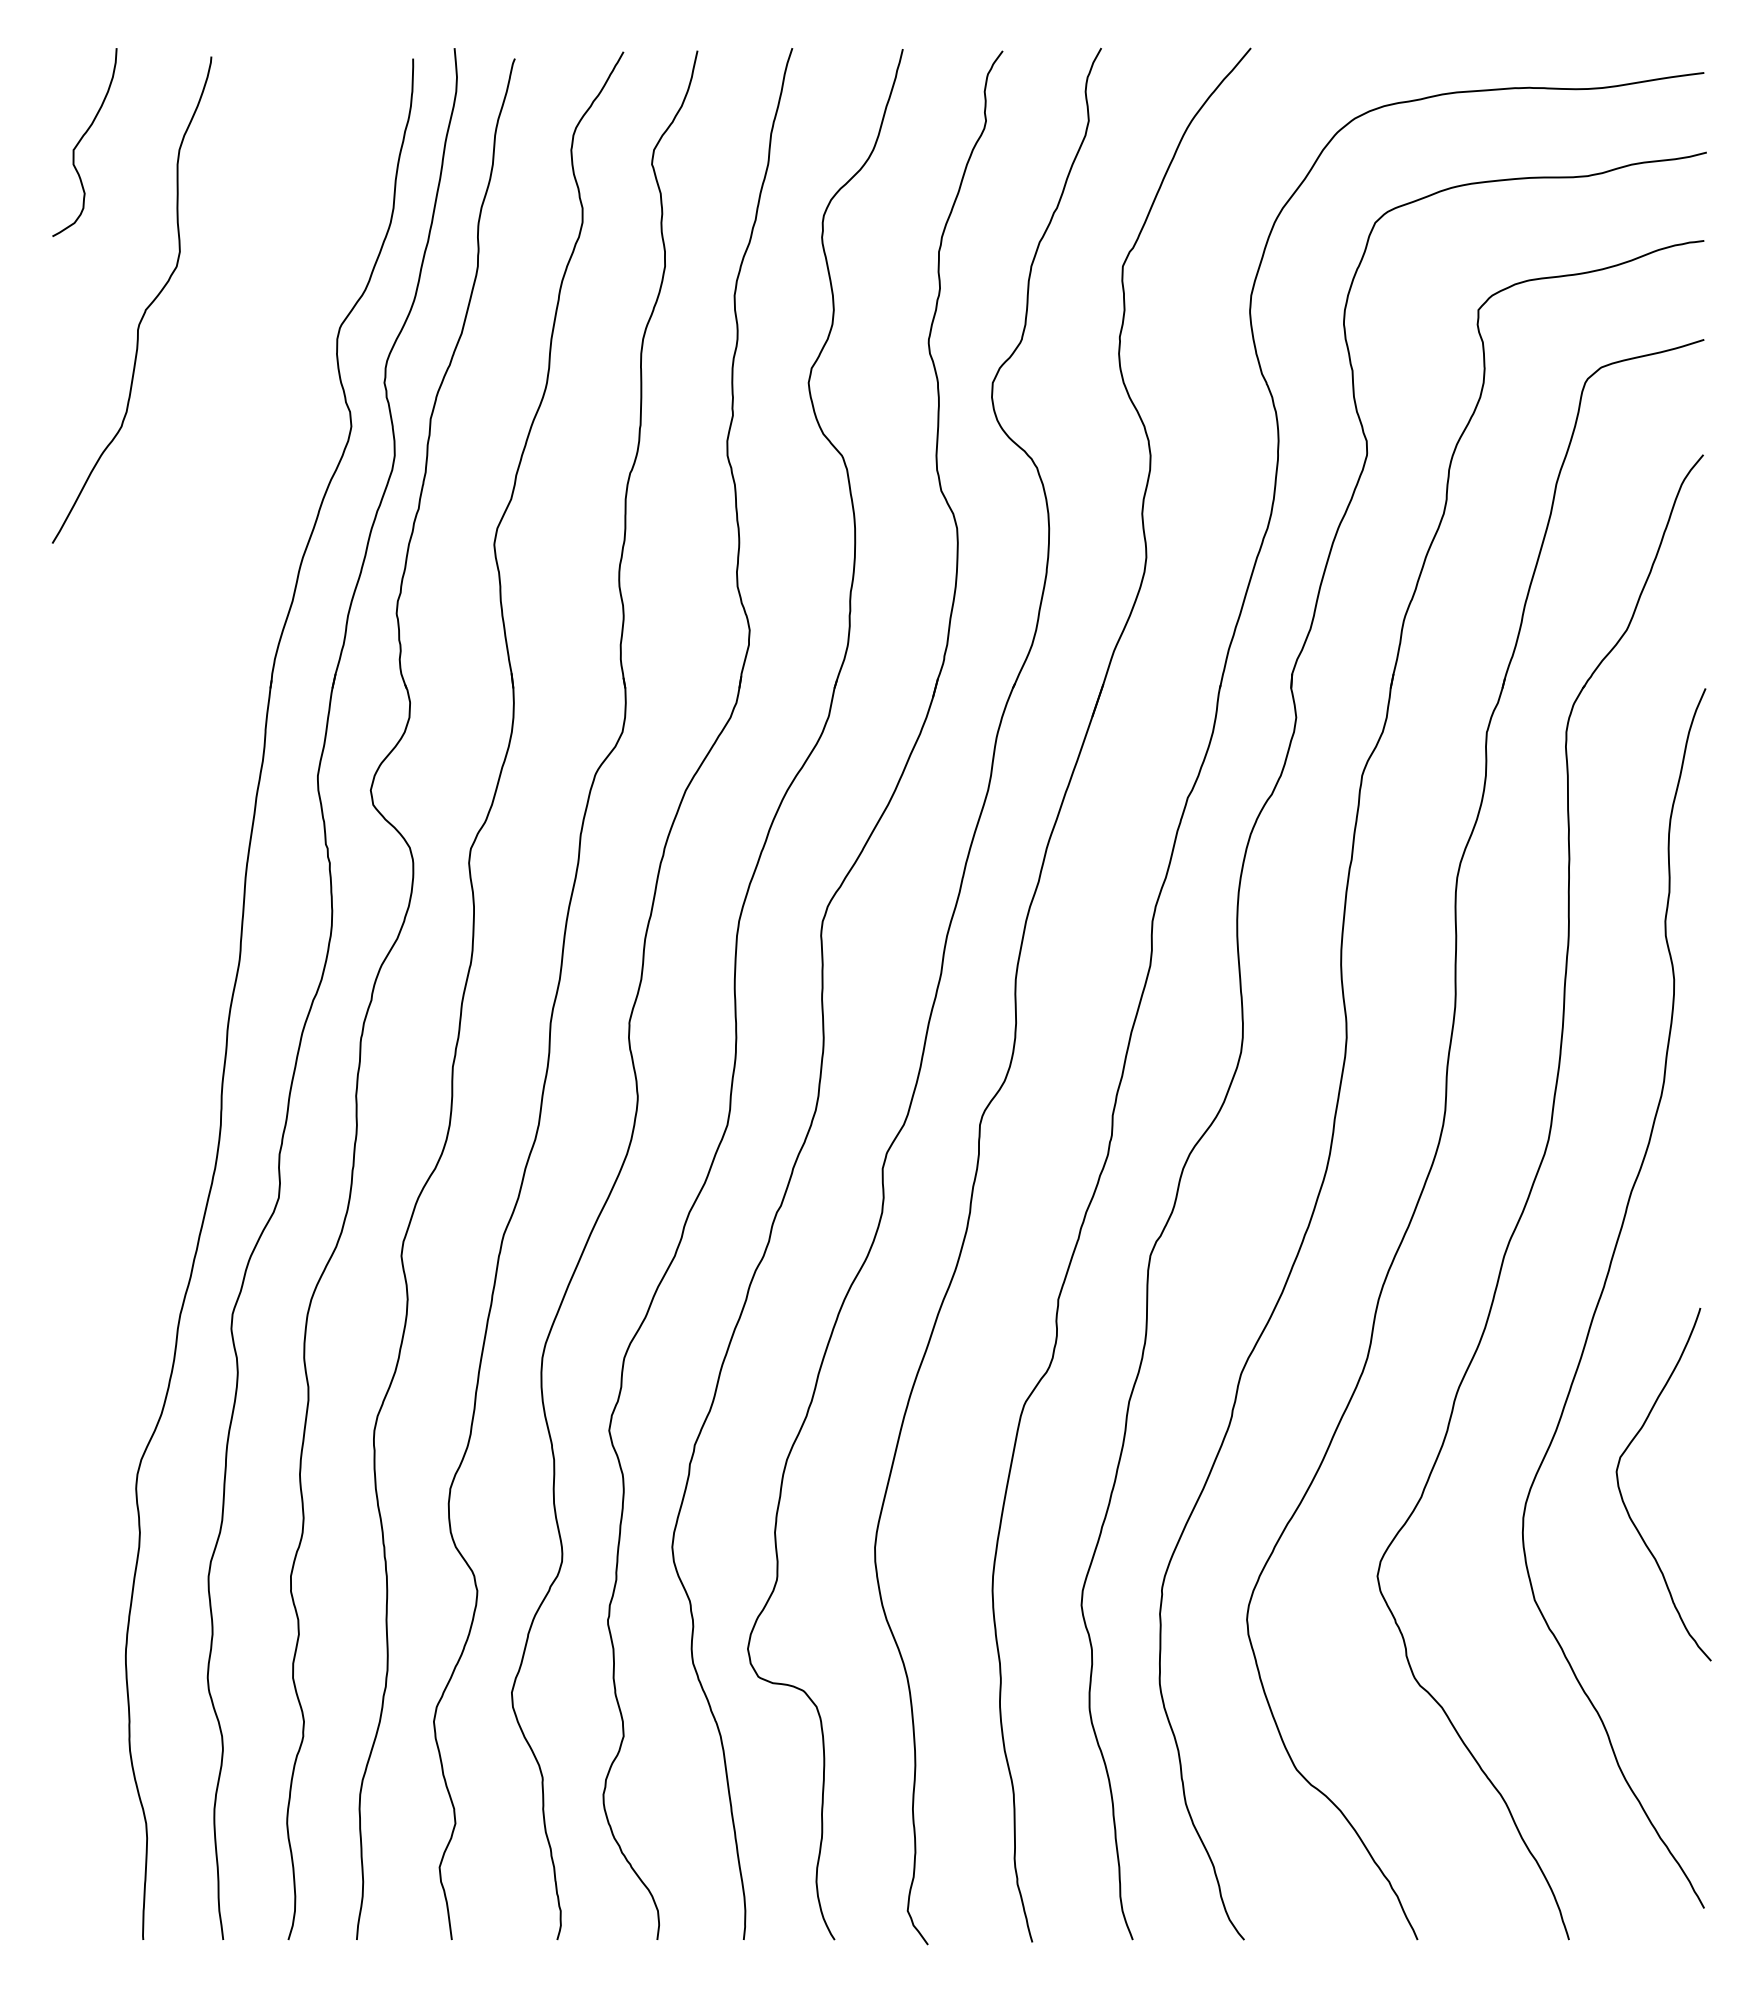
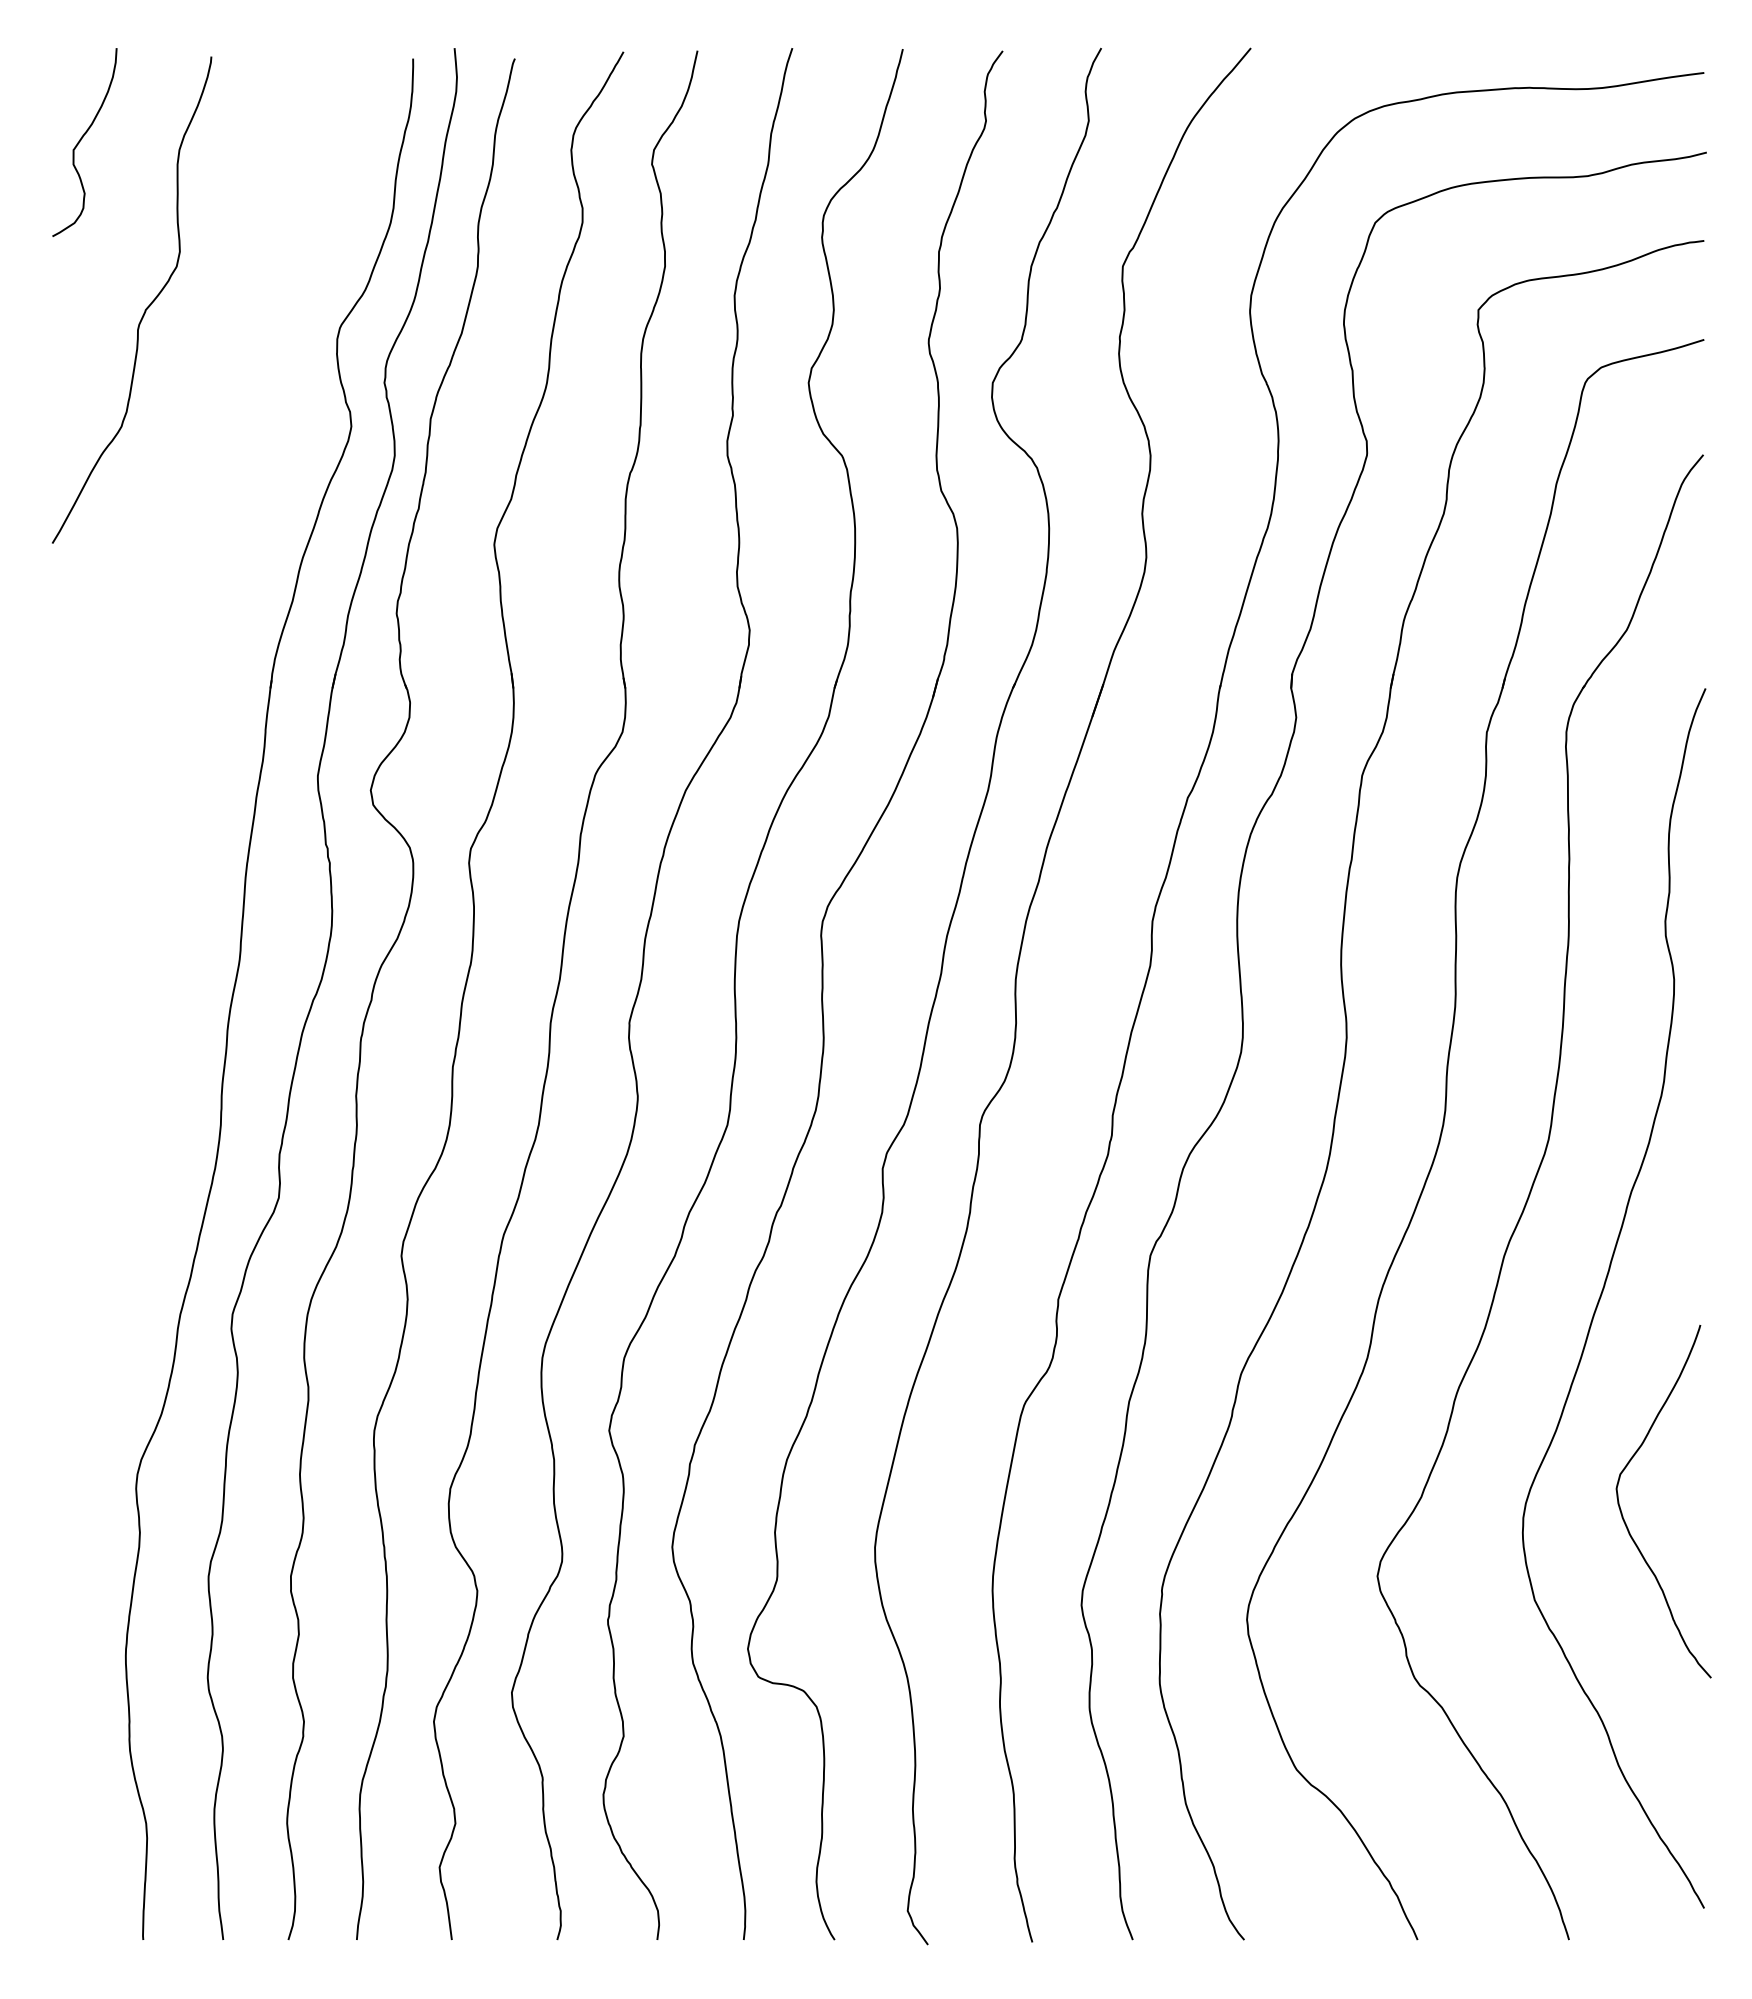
curve at (1622, 1495) position: (1622, 1495) -> (1622, 1512)
